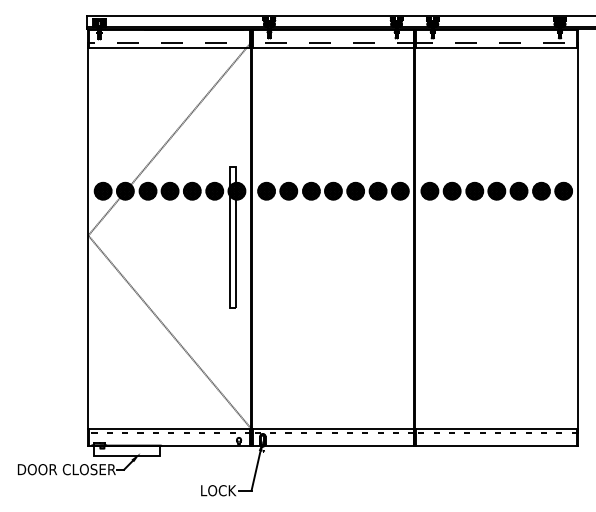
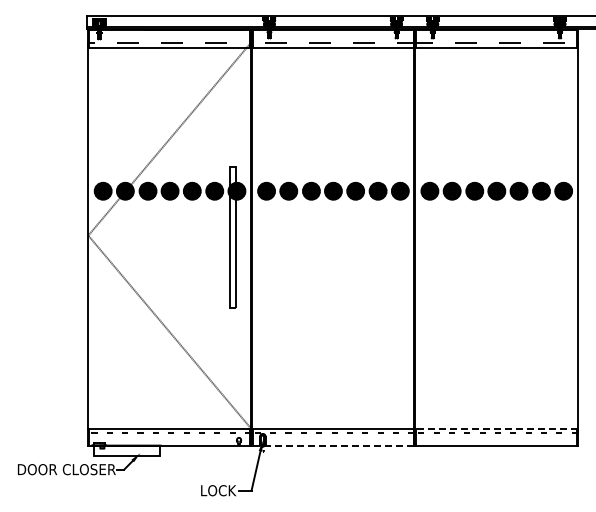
line at (495, 428): solid -> dashed
line at (332, 446): solid -> dashed
